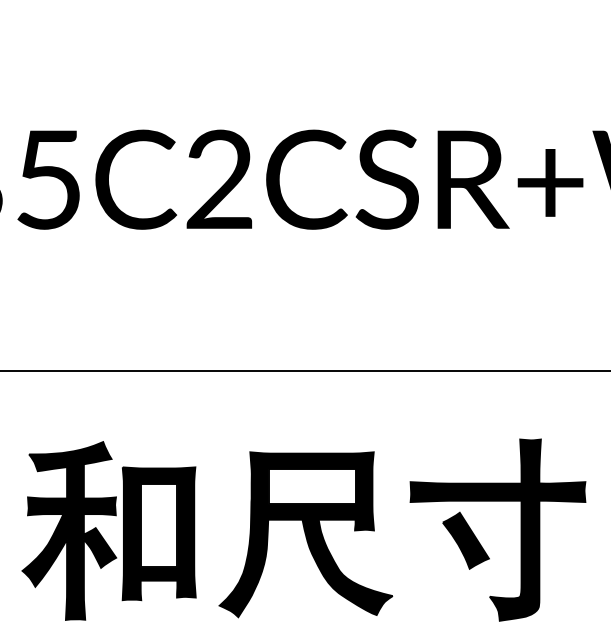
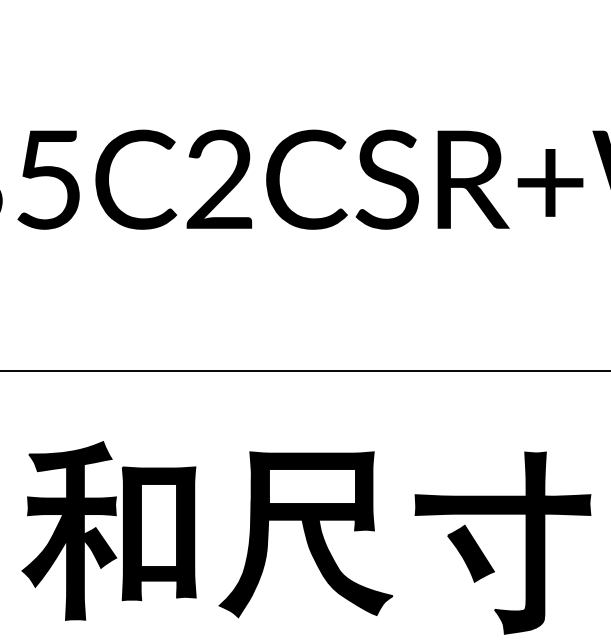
part at (479, 541) position: (479, 541) -> (484, 554)
